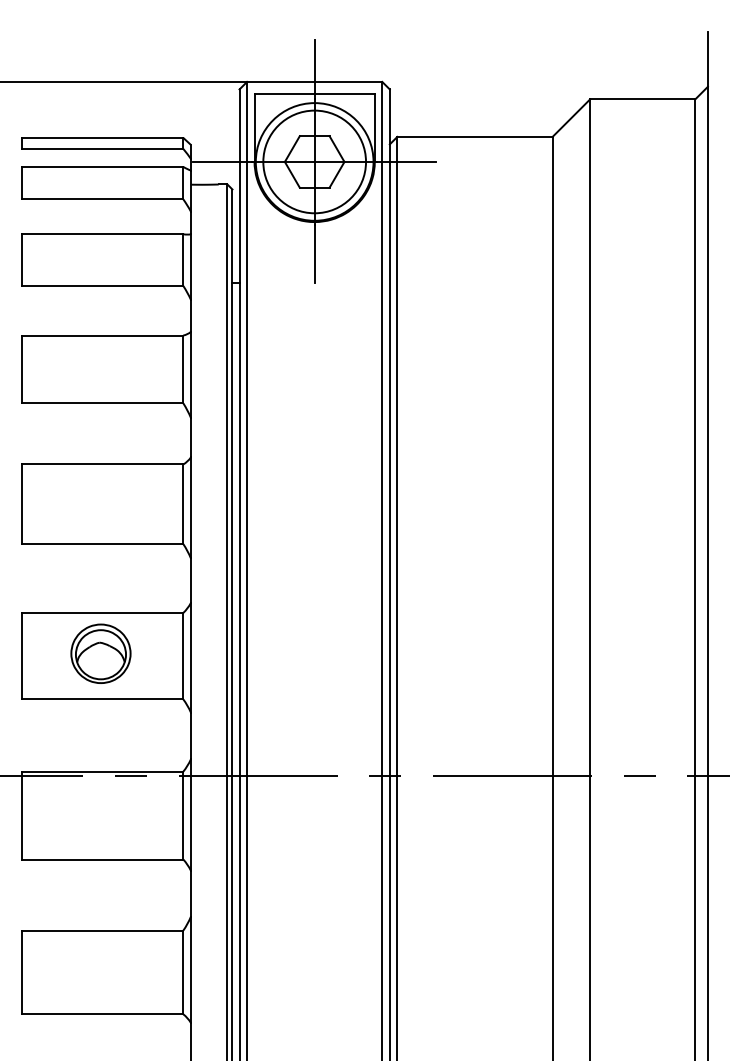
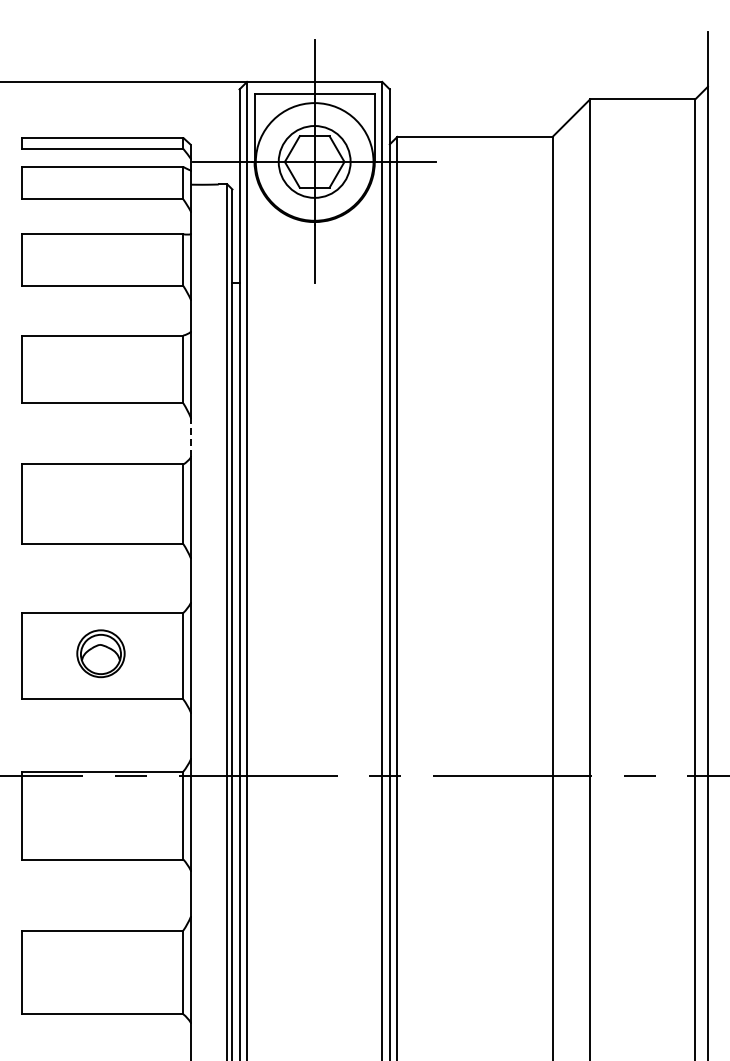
circle at (314, 161) diameter: 103 px -> 72 px
line at (190, 437): solid -> dashed
part at (100, 653) size: 62x61 px -> 50x50 px
